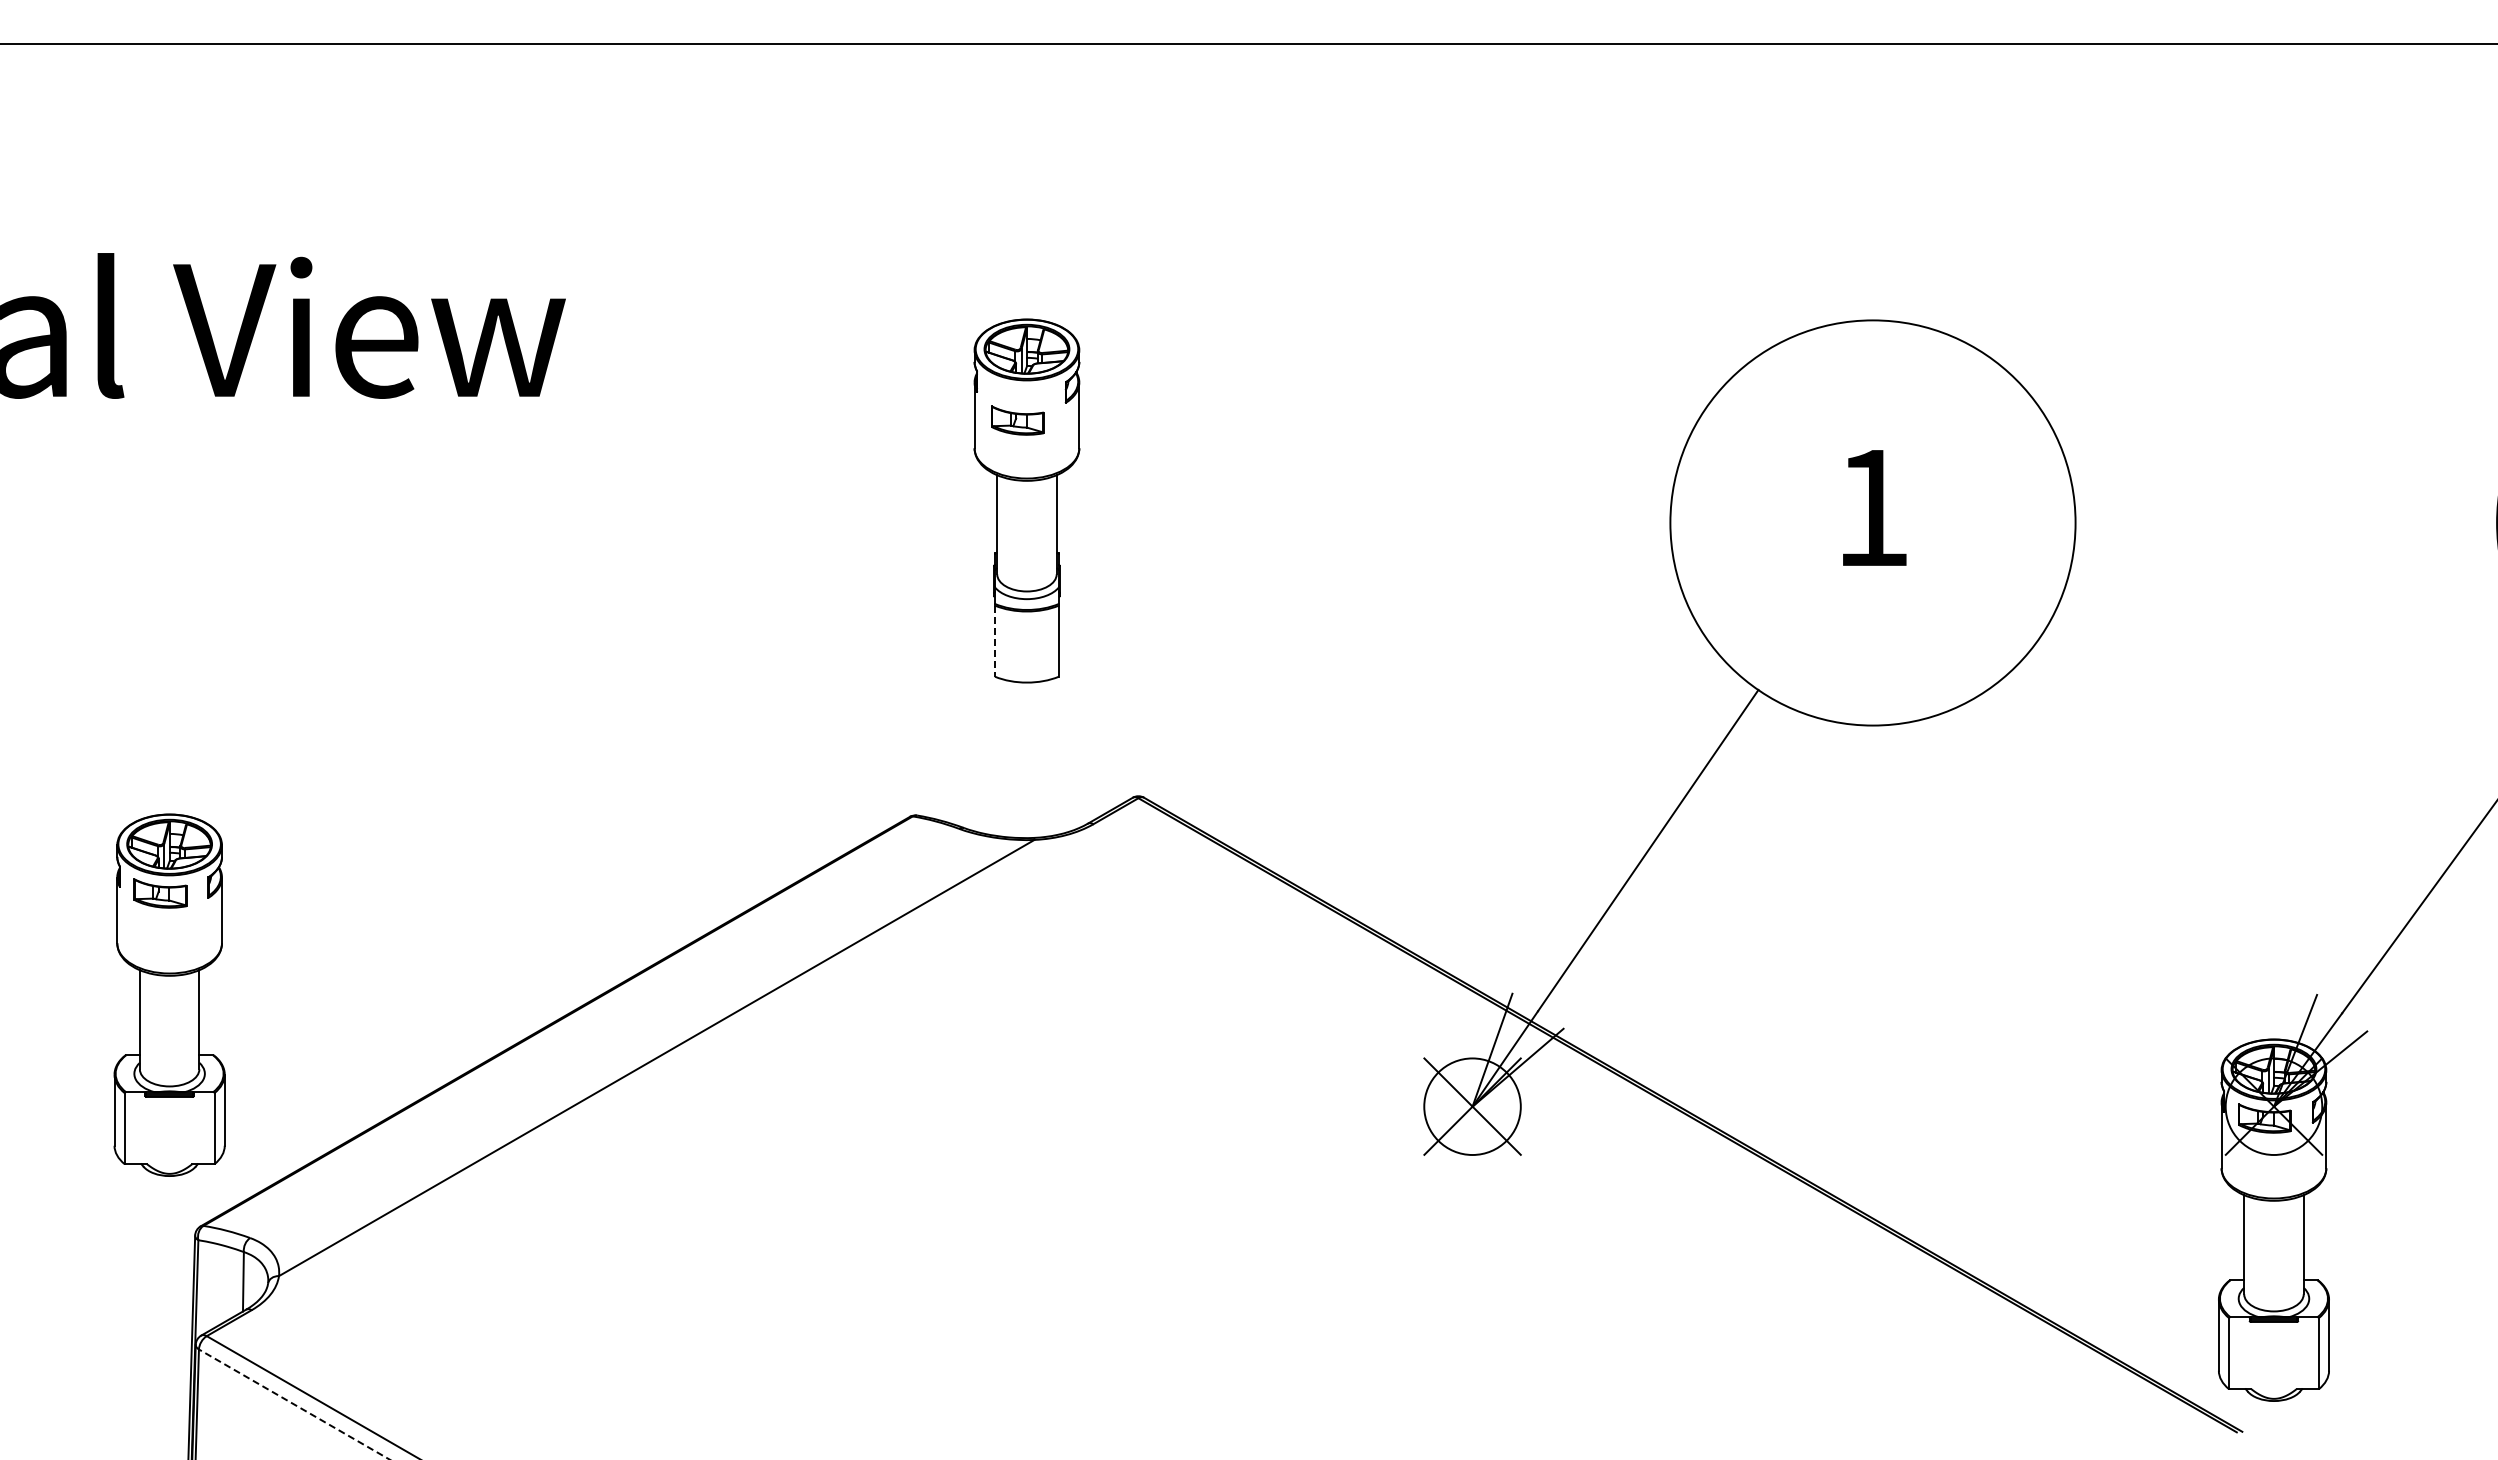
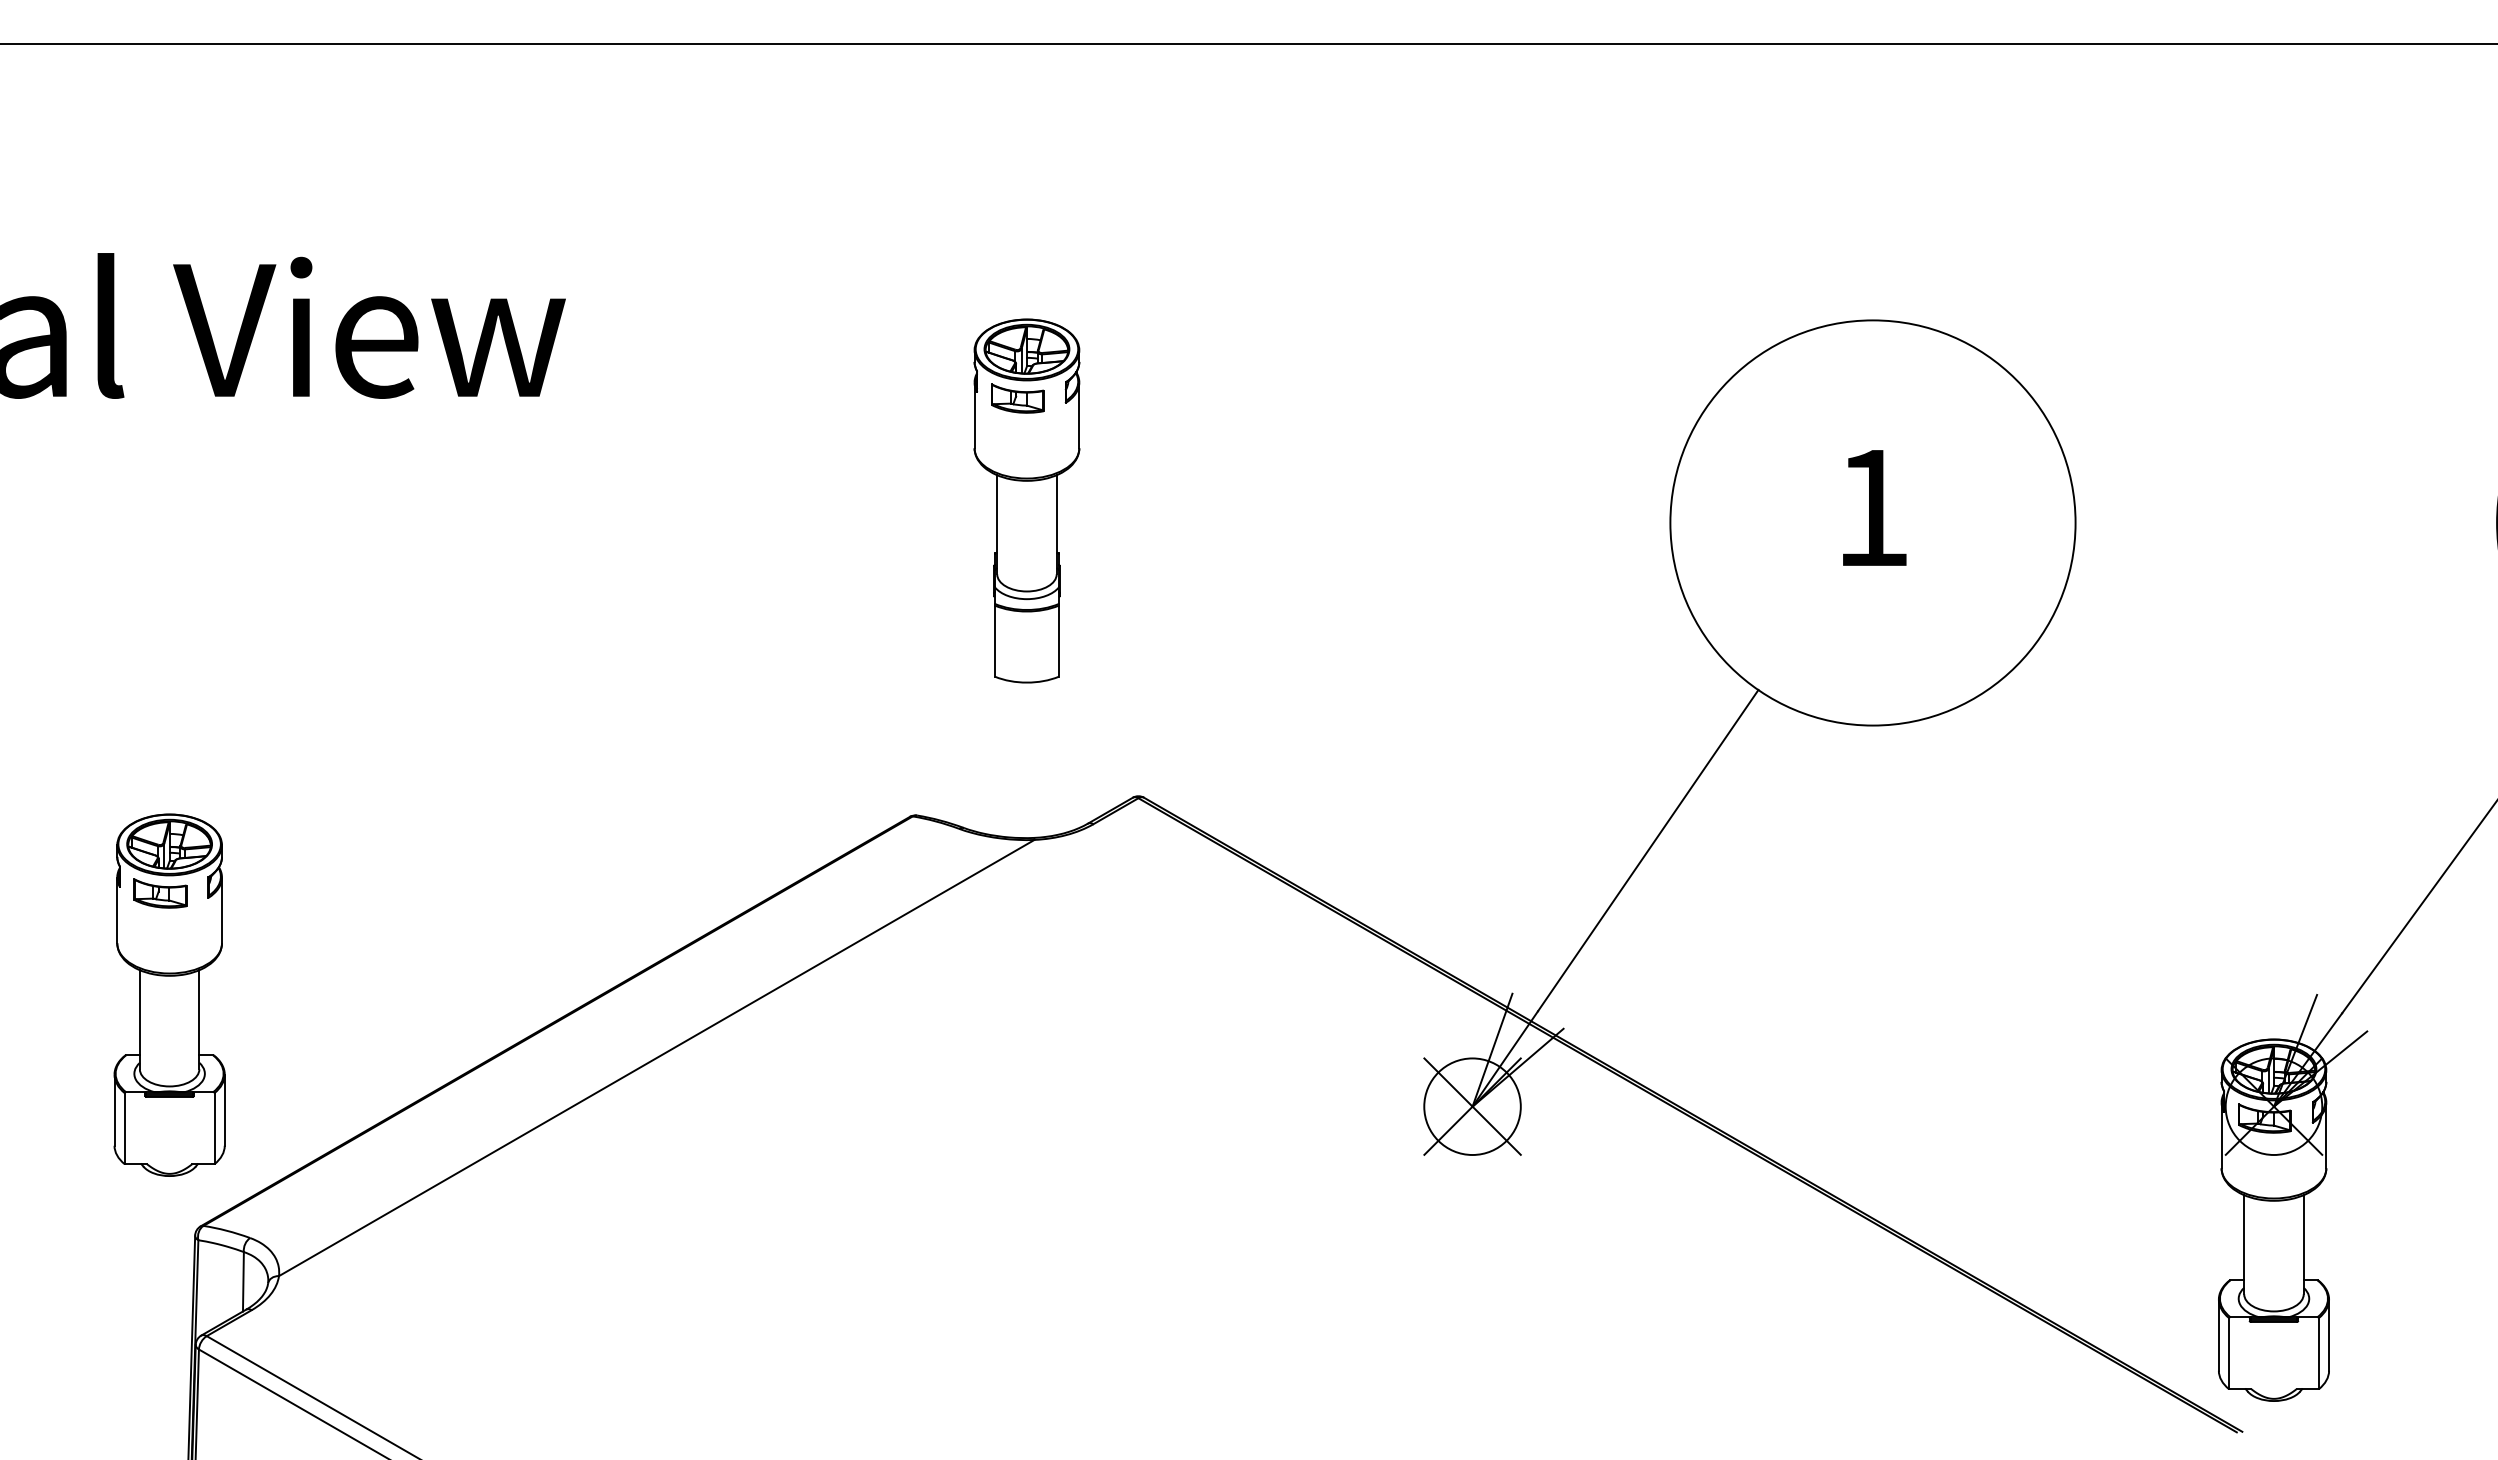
part at (1017, 420) position: (1017, 420) -> (1017, 398)
line at (995, 641): dashed -> solid
line at (294, 1404): dashed -> solid
